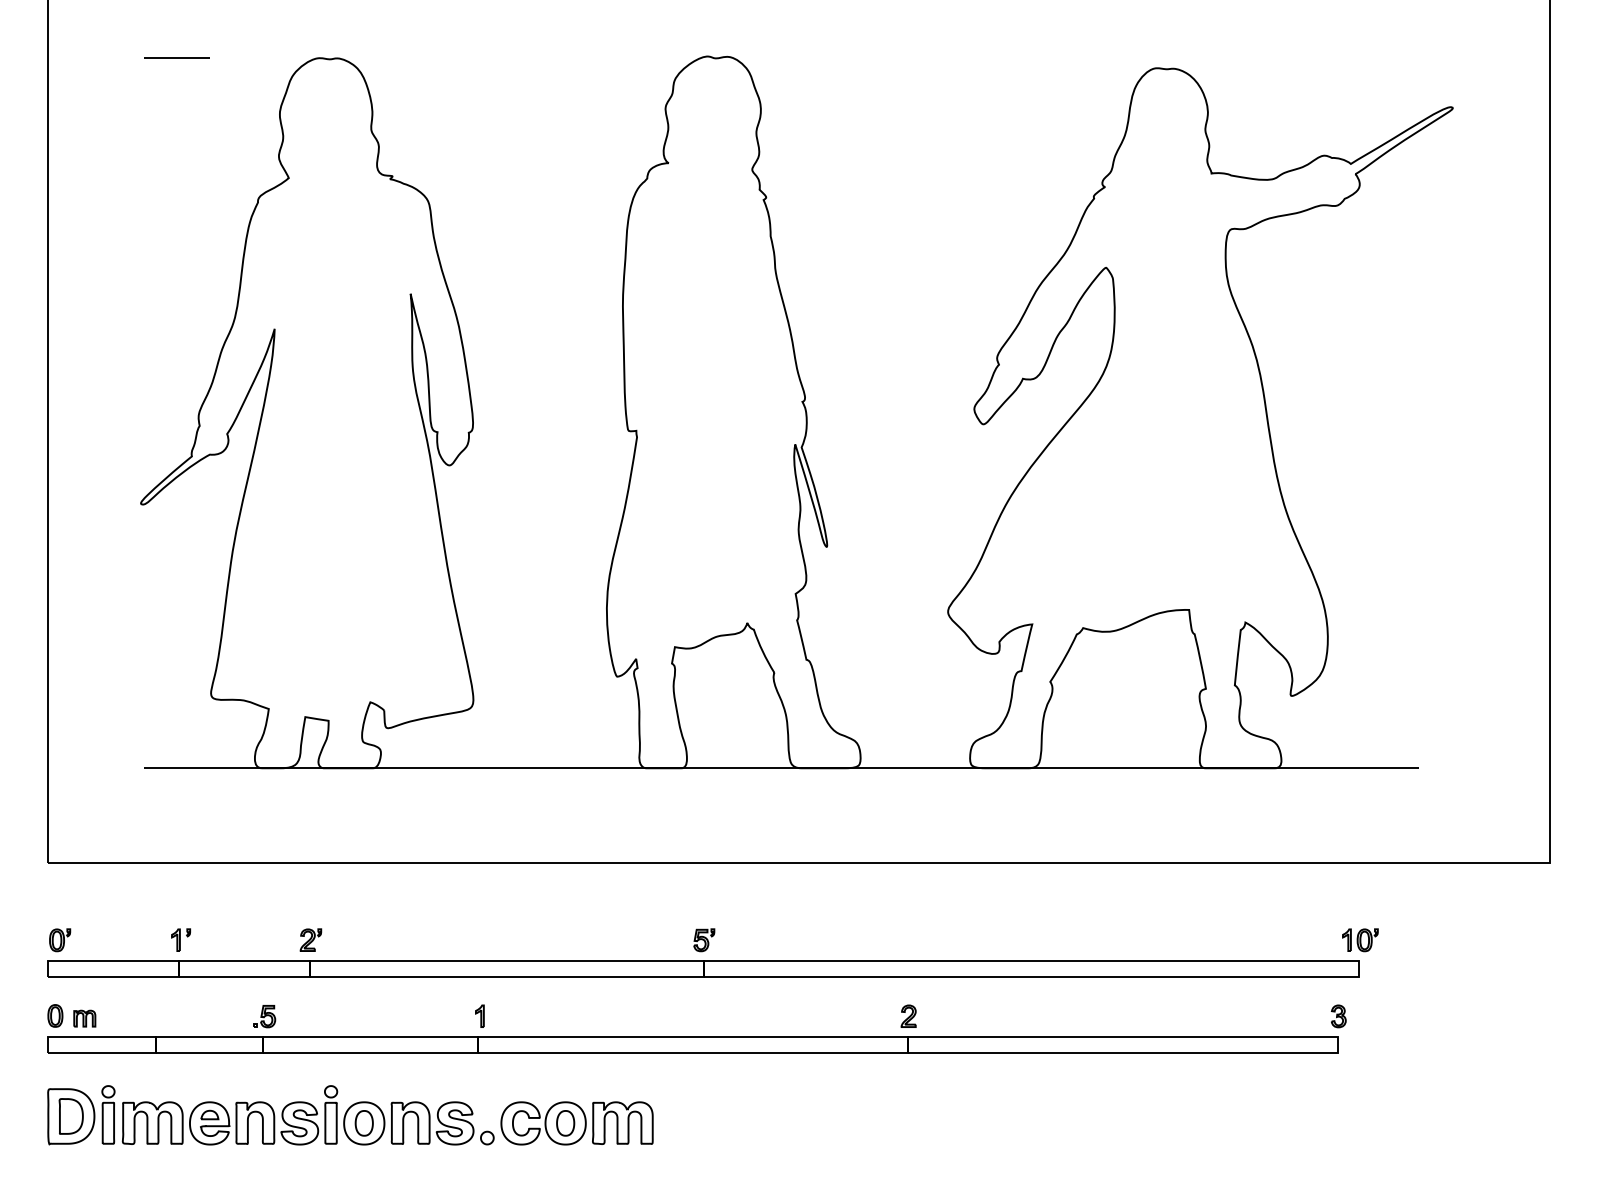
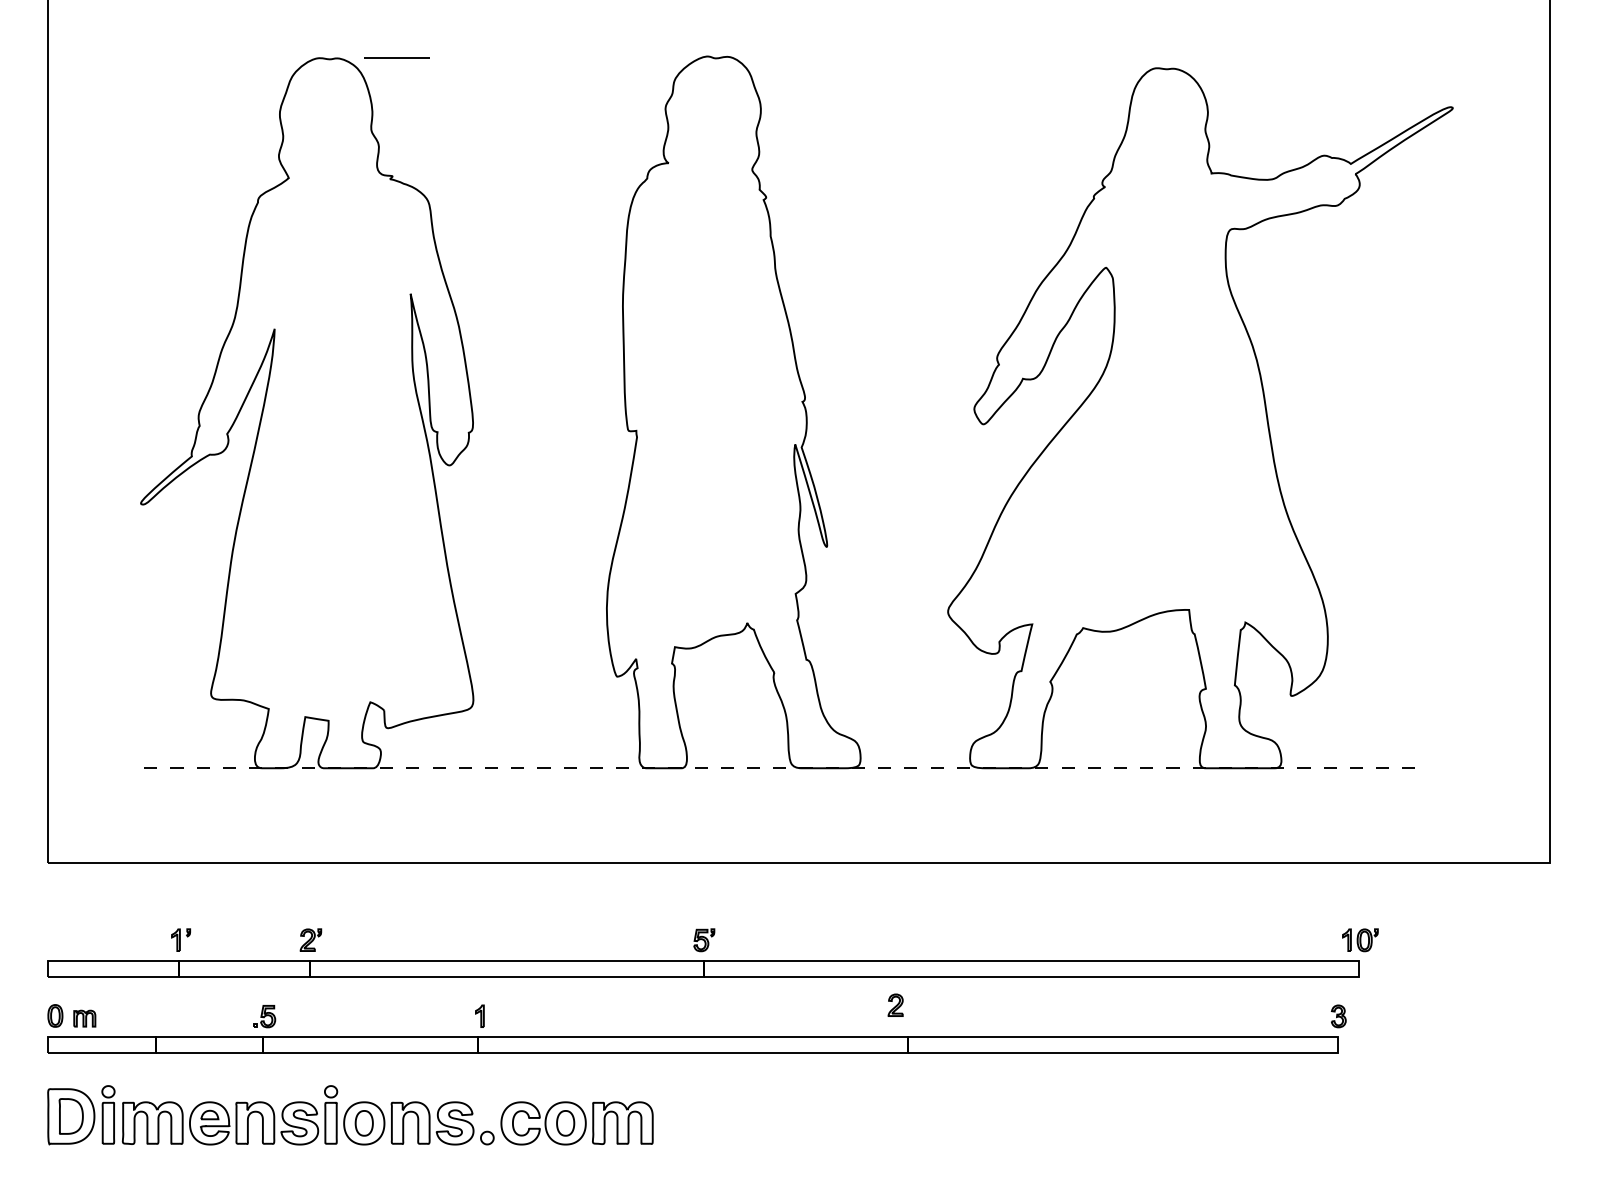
line at (176, 57) position: (176, 57) -> (396, 57)
line at (782, 768): solid -> dashed
part at (60, 940): present -> none
part at (908, 1015) position: (908, 1015) -> (895, 1004)
